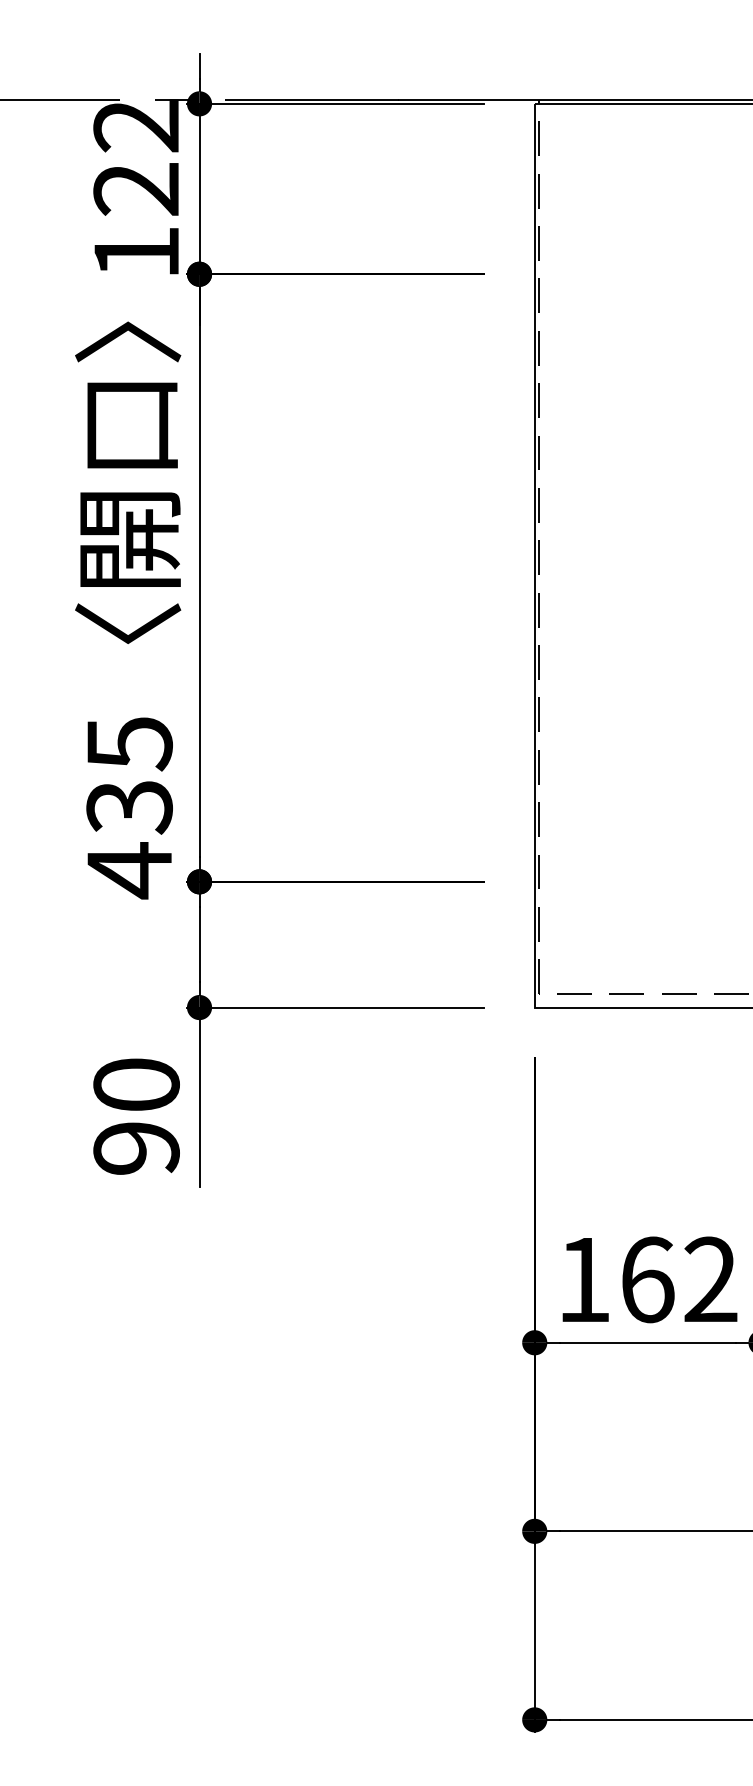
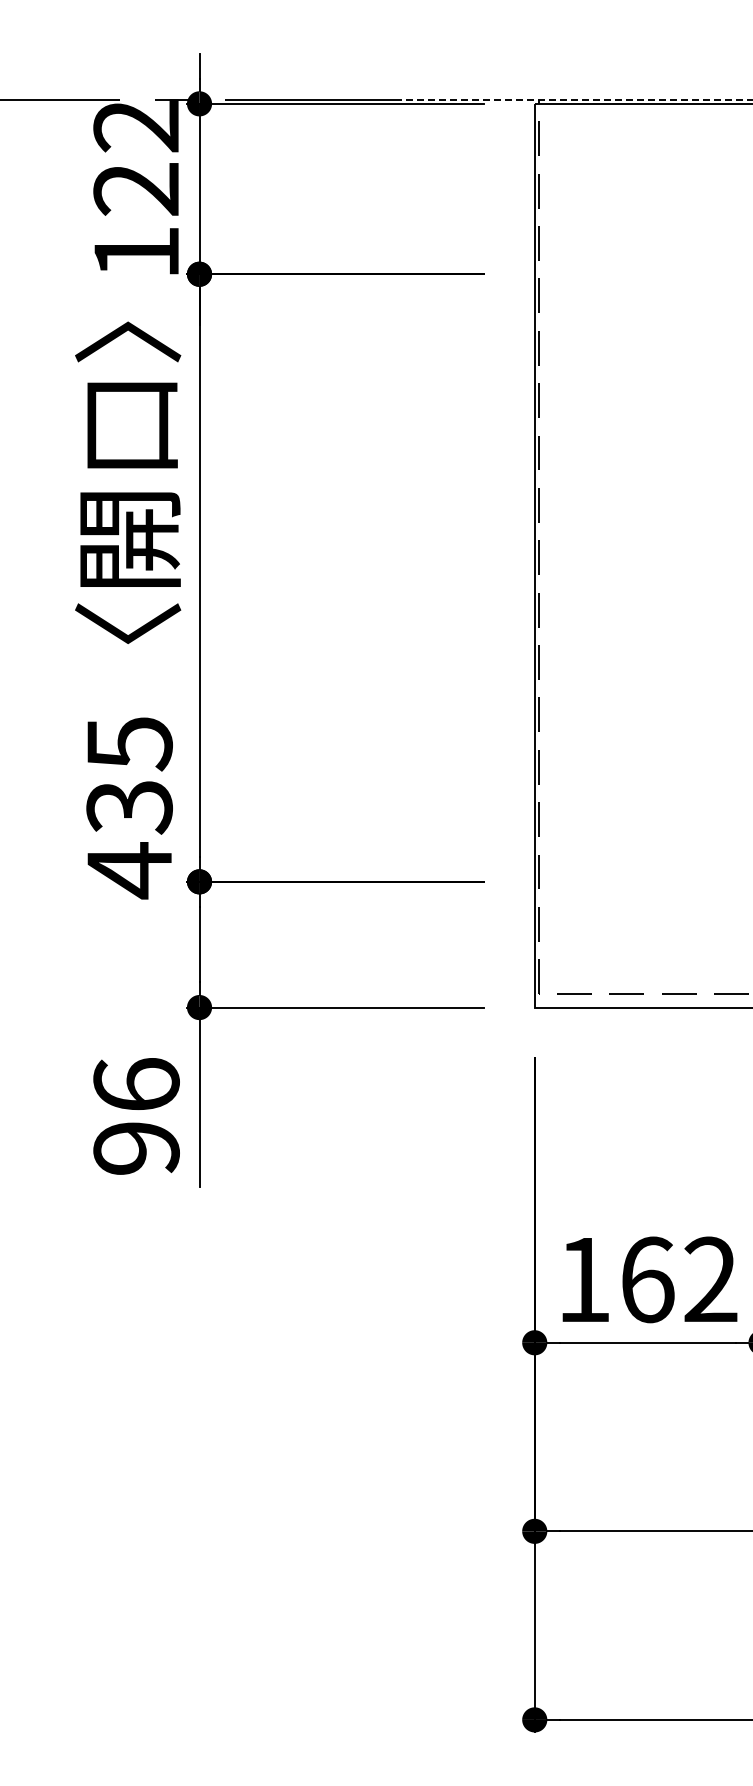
line at (575, 99): solid -> dashed
text at (136, 1084): 90 -> 96
